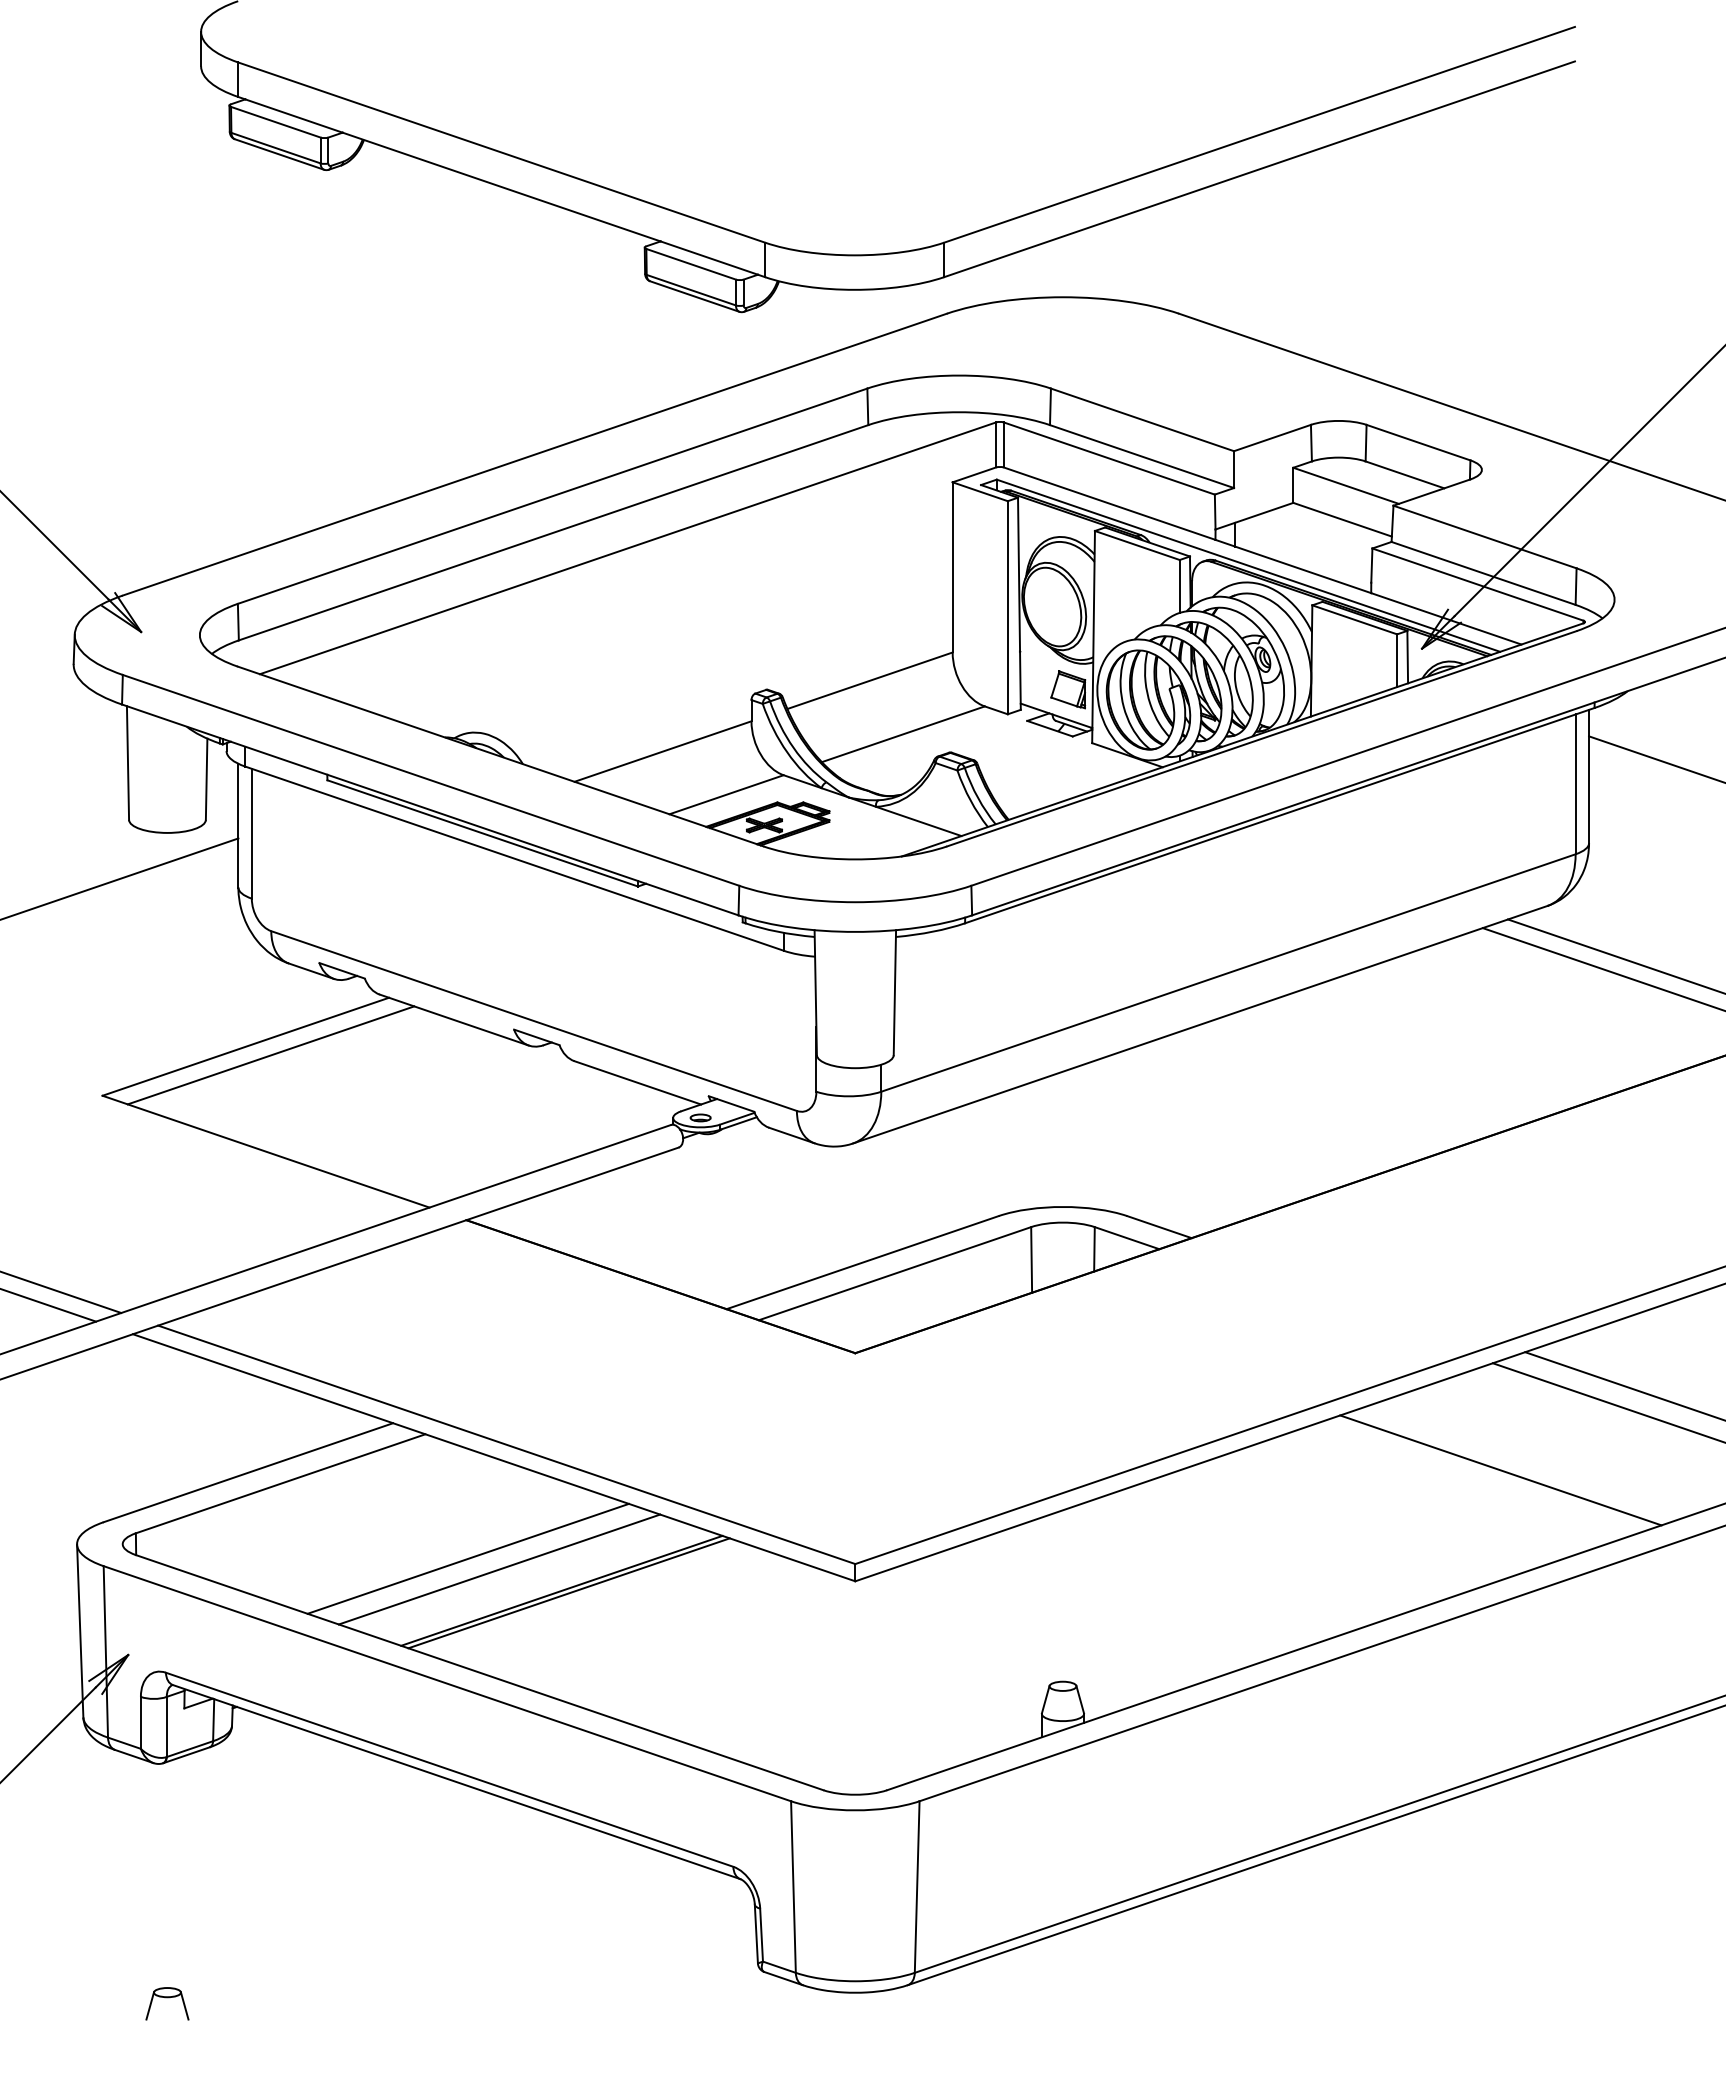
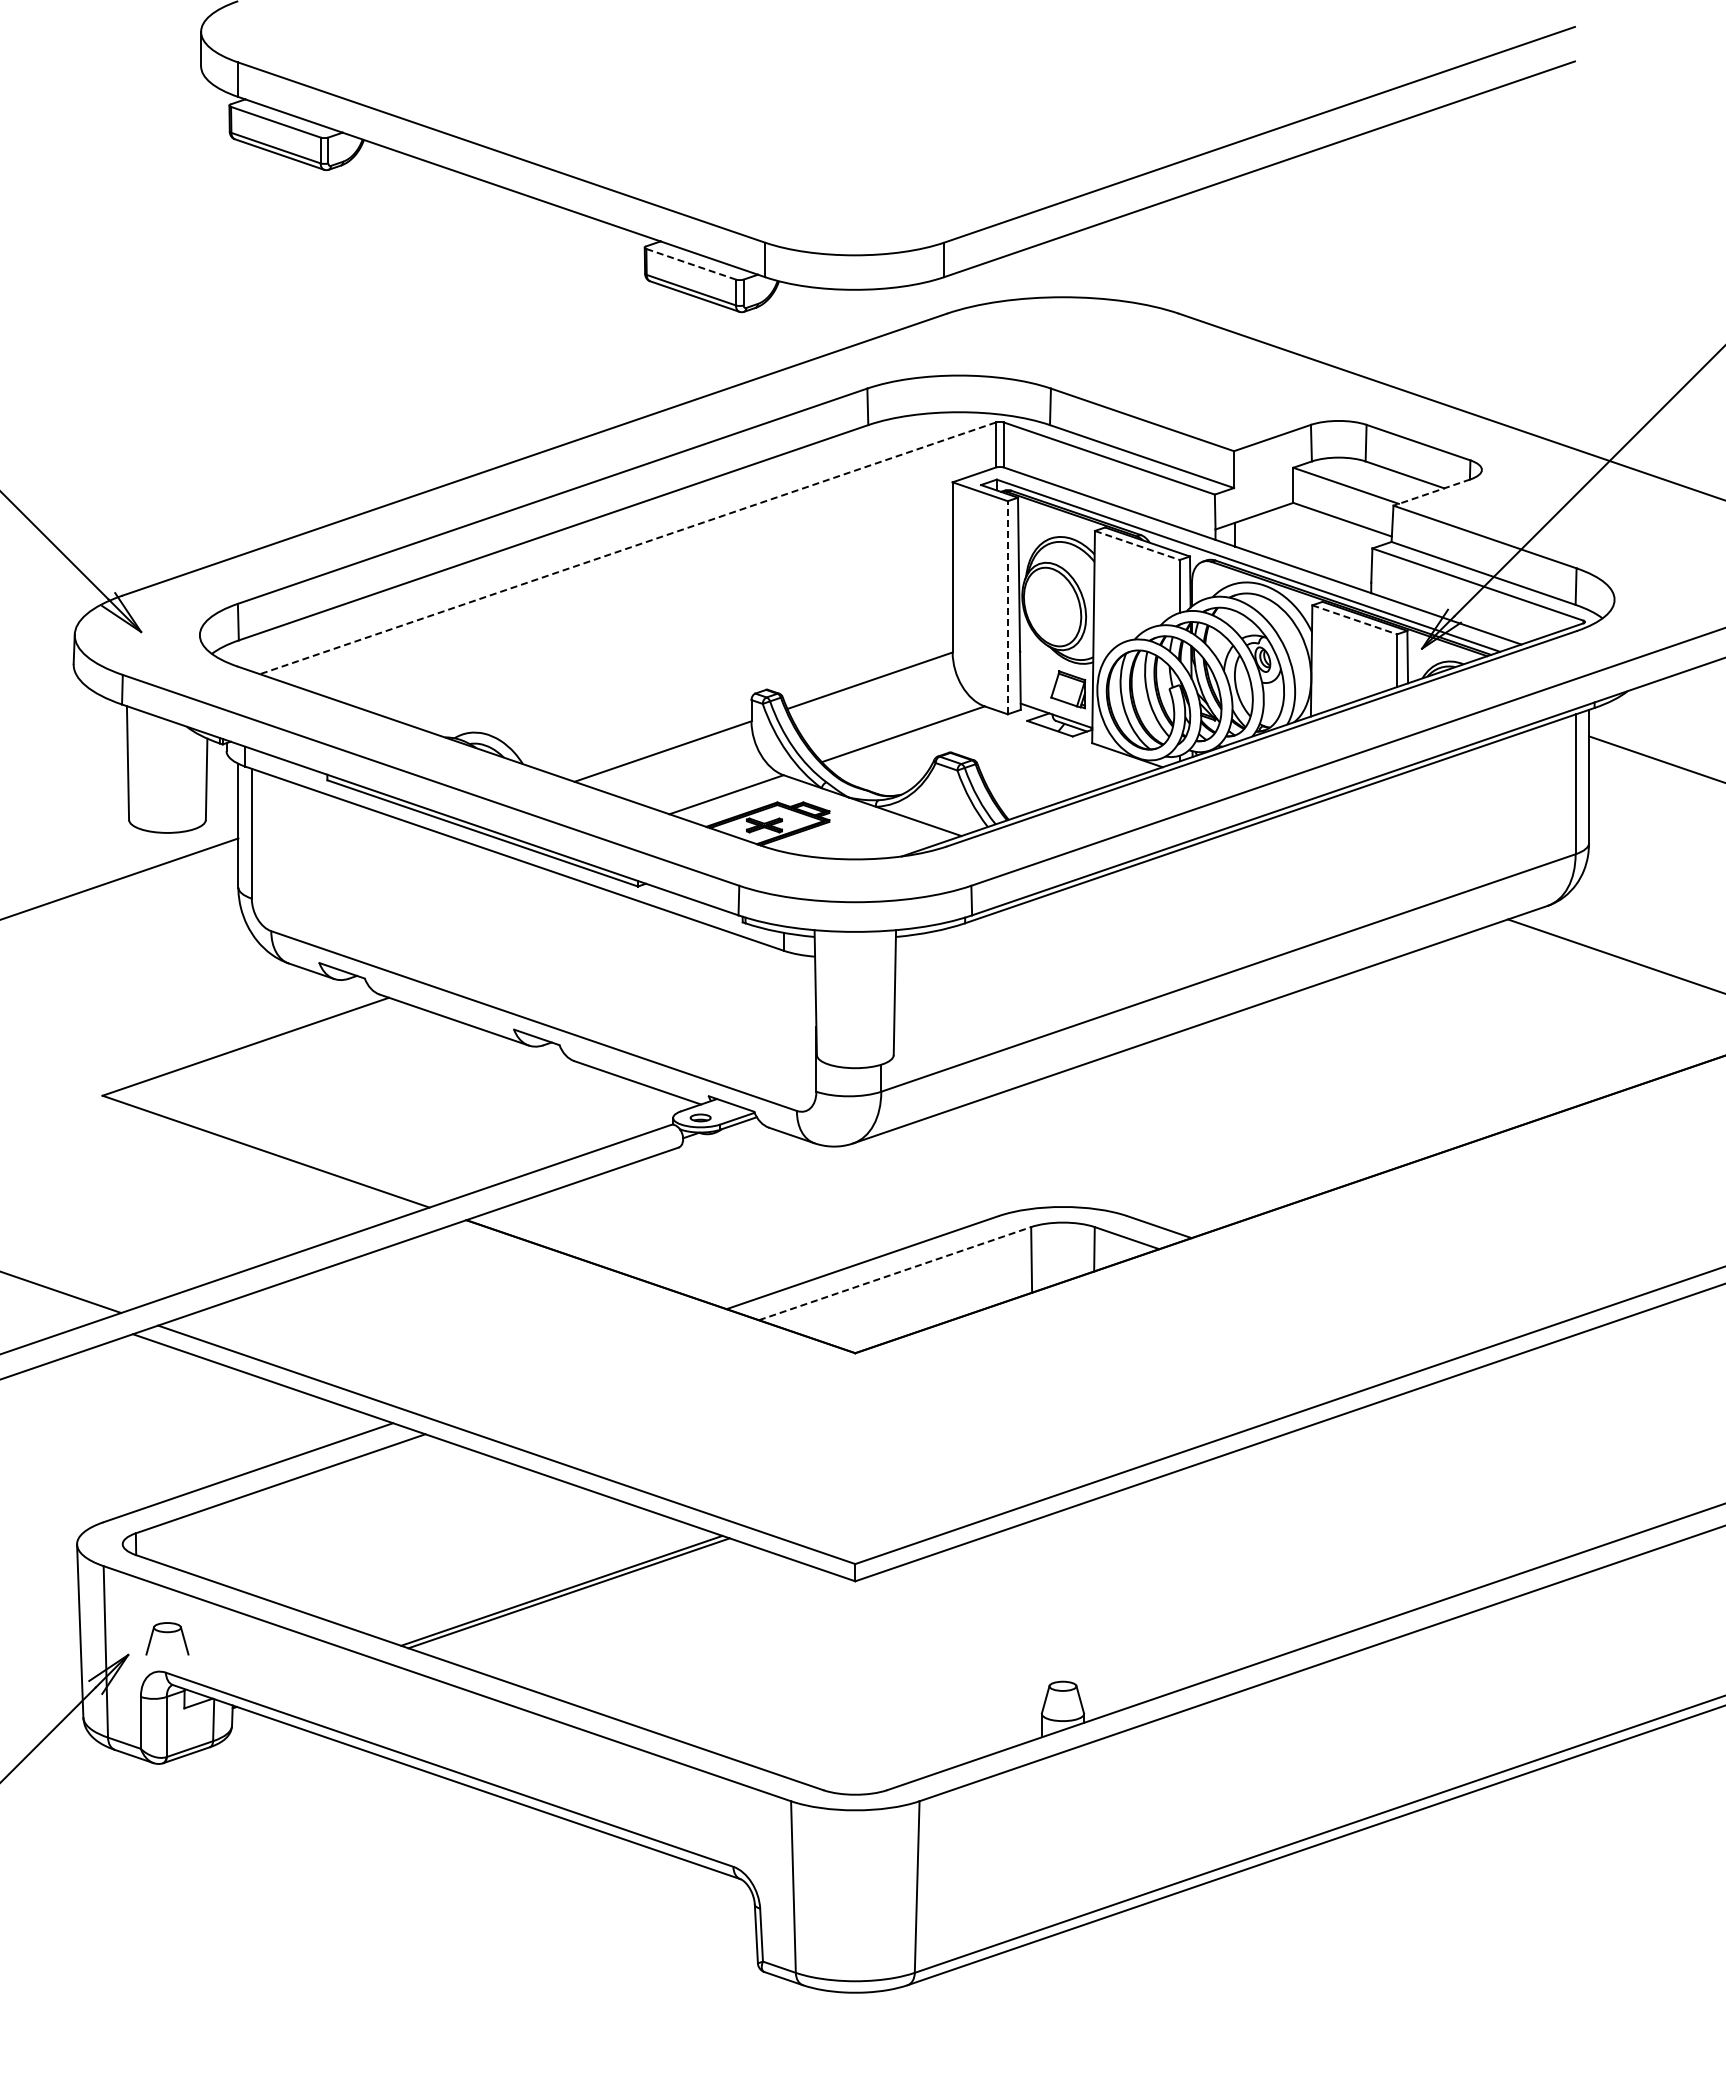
line at (691, 264): solid -> dashed
line at (1431, 492): solid -> dashed
line at (1137, 545): solid -> dashed
line at (628, 548): solid -> dashed
line at (1007, 607): solid -> dashed
line at (1354, 619): solid -> dashed
line at (1602, 969): present -> none
line at (270, 1055): present -> none
line at (895, 1273): solid -> dashed
line at (49, 1305): present -> none
line at (1623, 1385): present -> none
line at (1607, 1402): present -> none
line at (1500, 1470): present -> none
line at (467, 1558): present -> none
line at (499, 1569): present -> none
part at (167, 2003) position: (167, 2003) -> (167, 1638)
